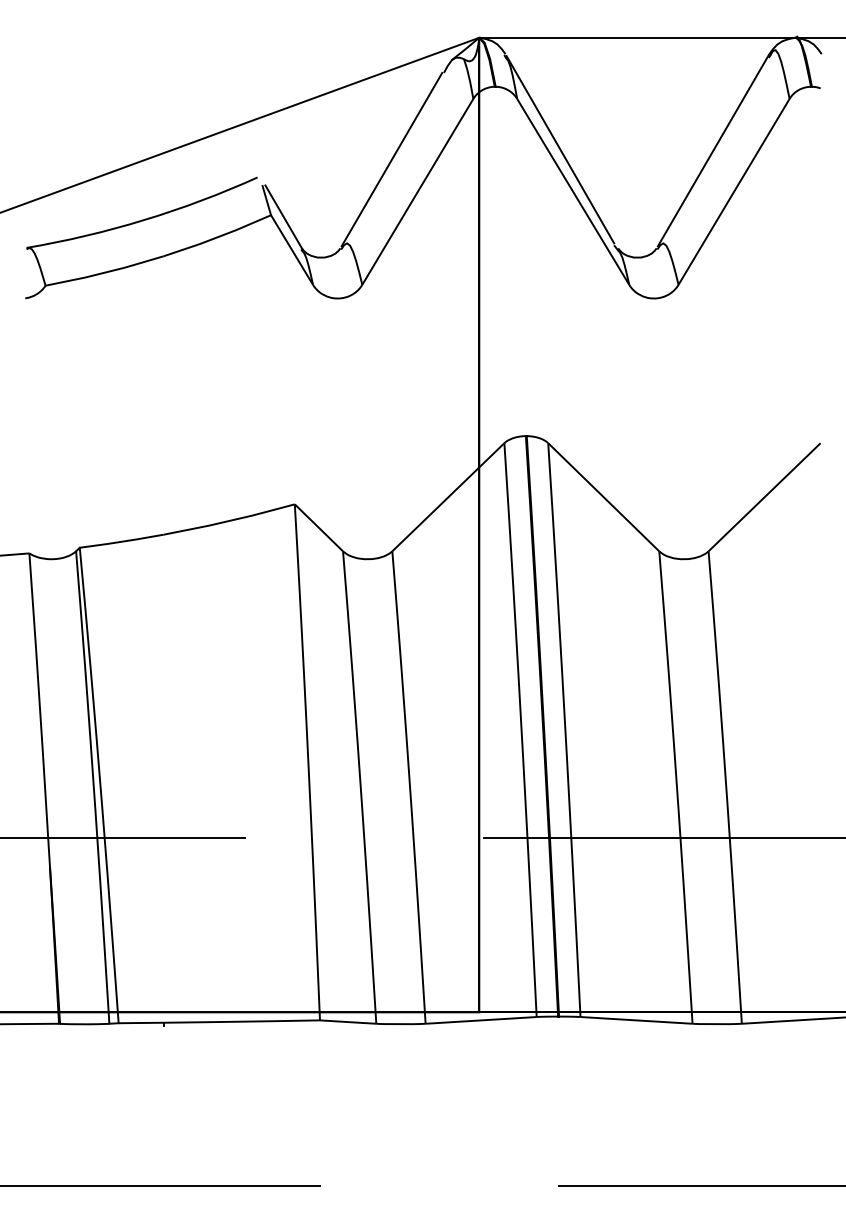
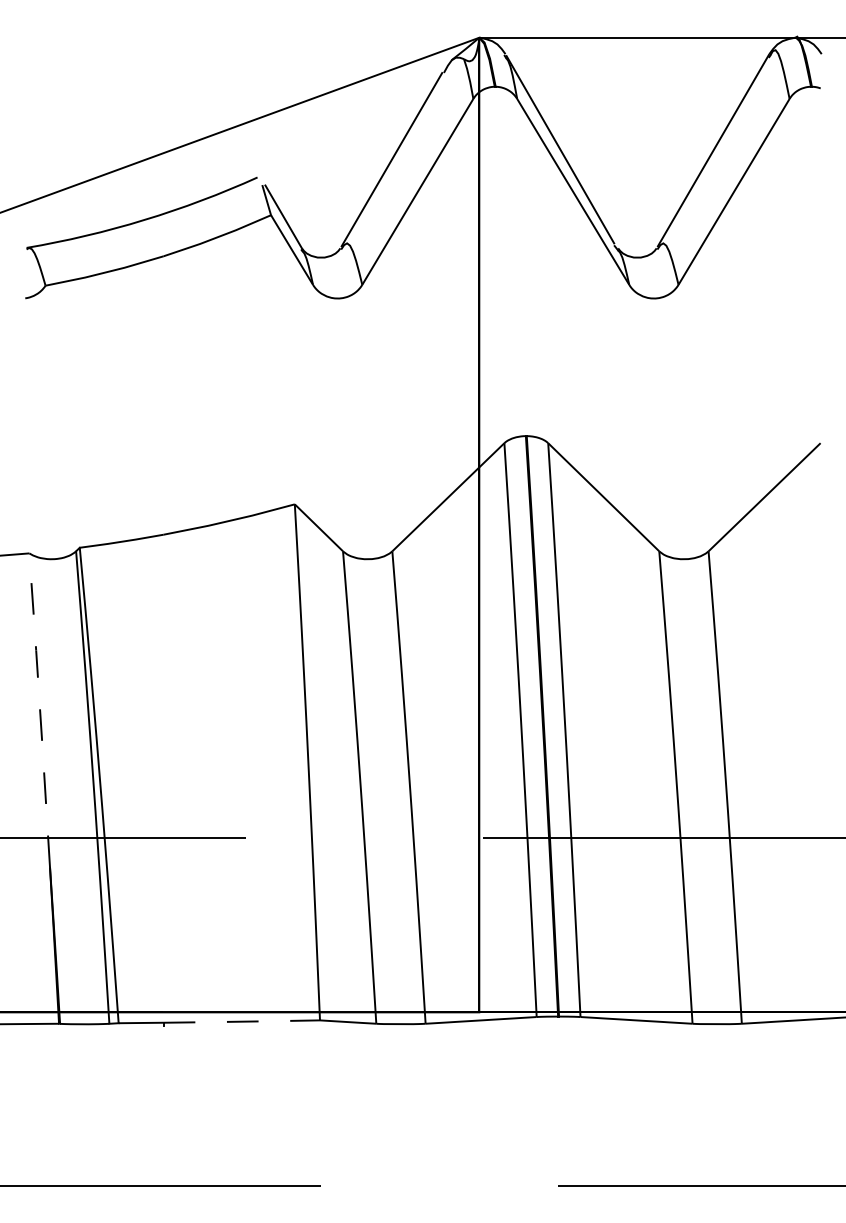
line at (40, 709): solid -> dashed
line at (241, 1021): solid -> dashed
